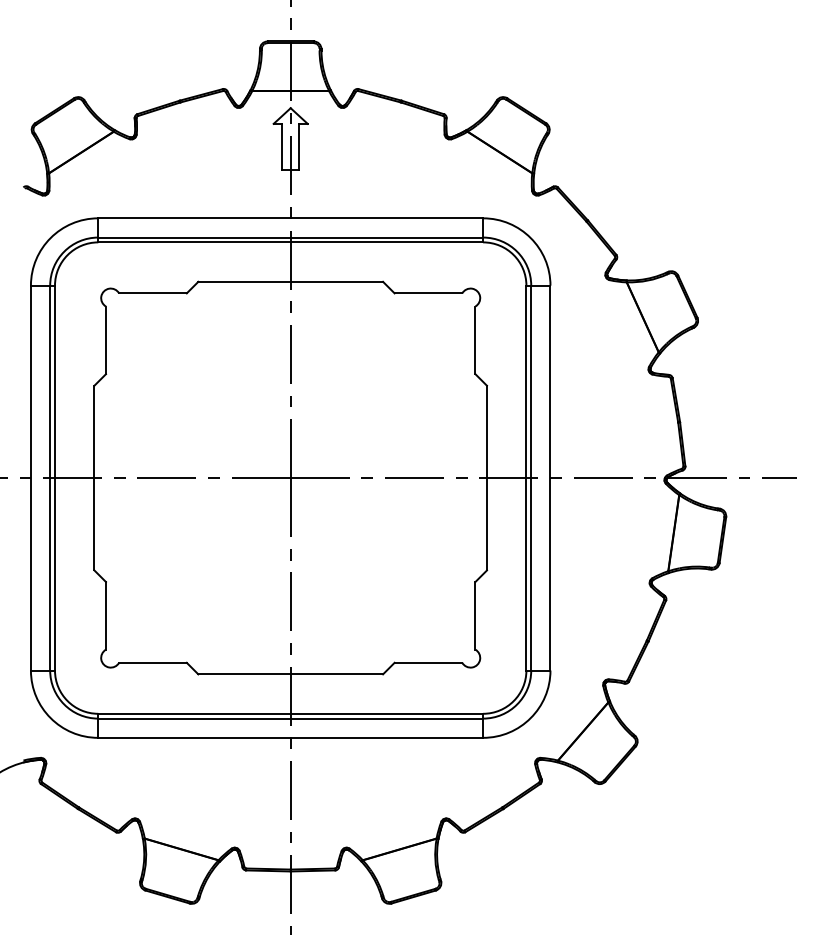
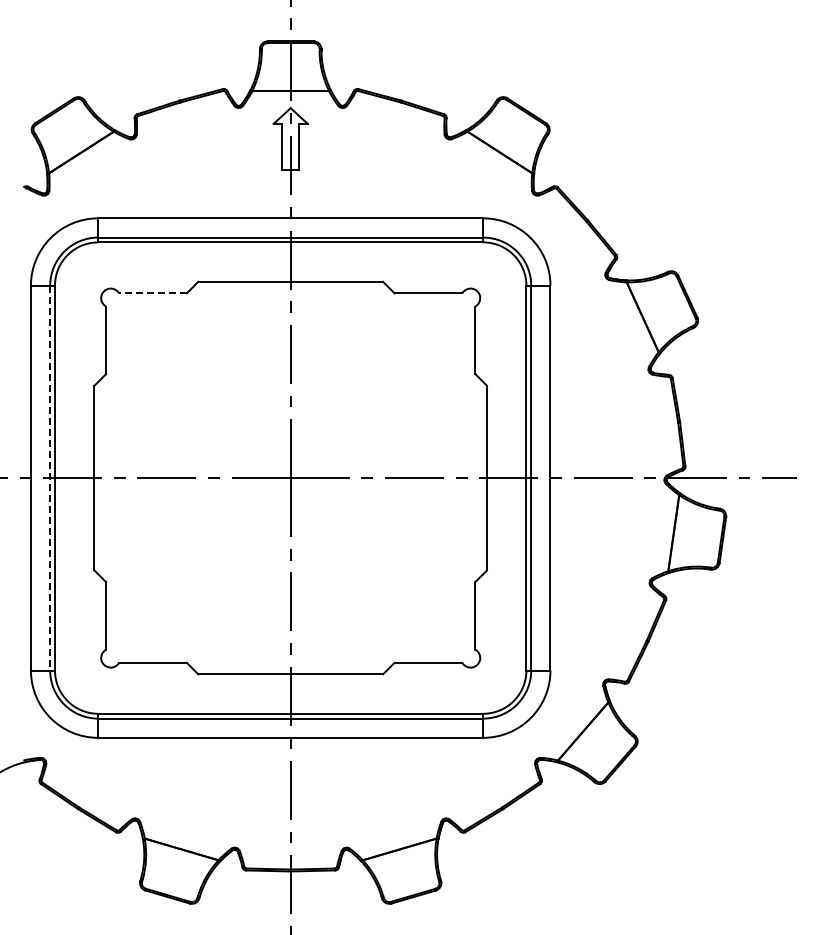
line at (152, 293): solid -> dashed
line at (50, 478): solid -> dashed
